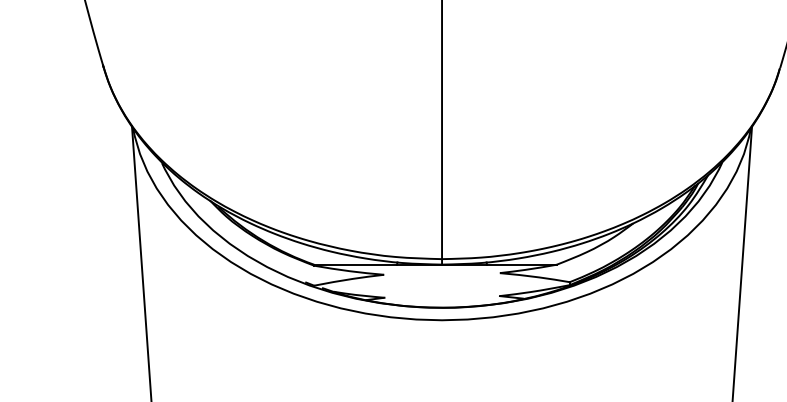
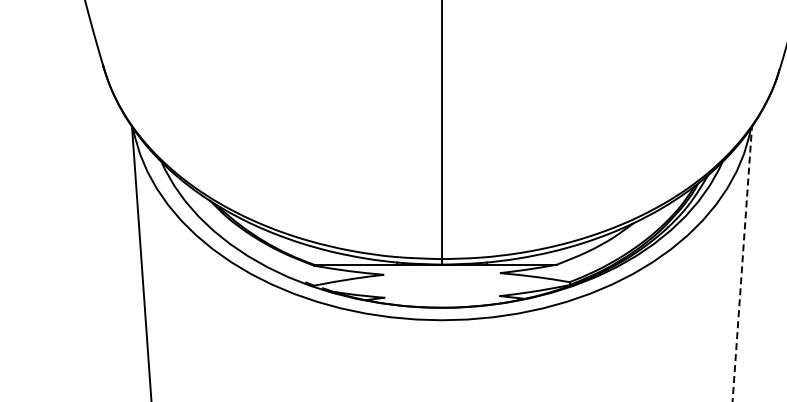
line at (742, 263): solid -> dashed
